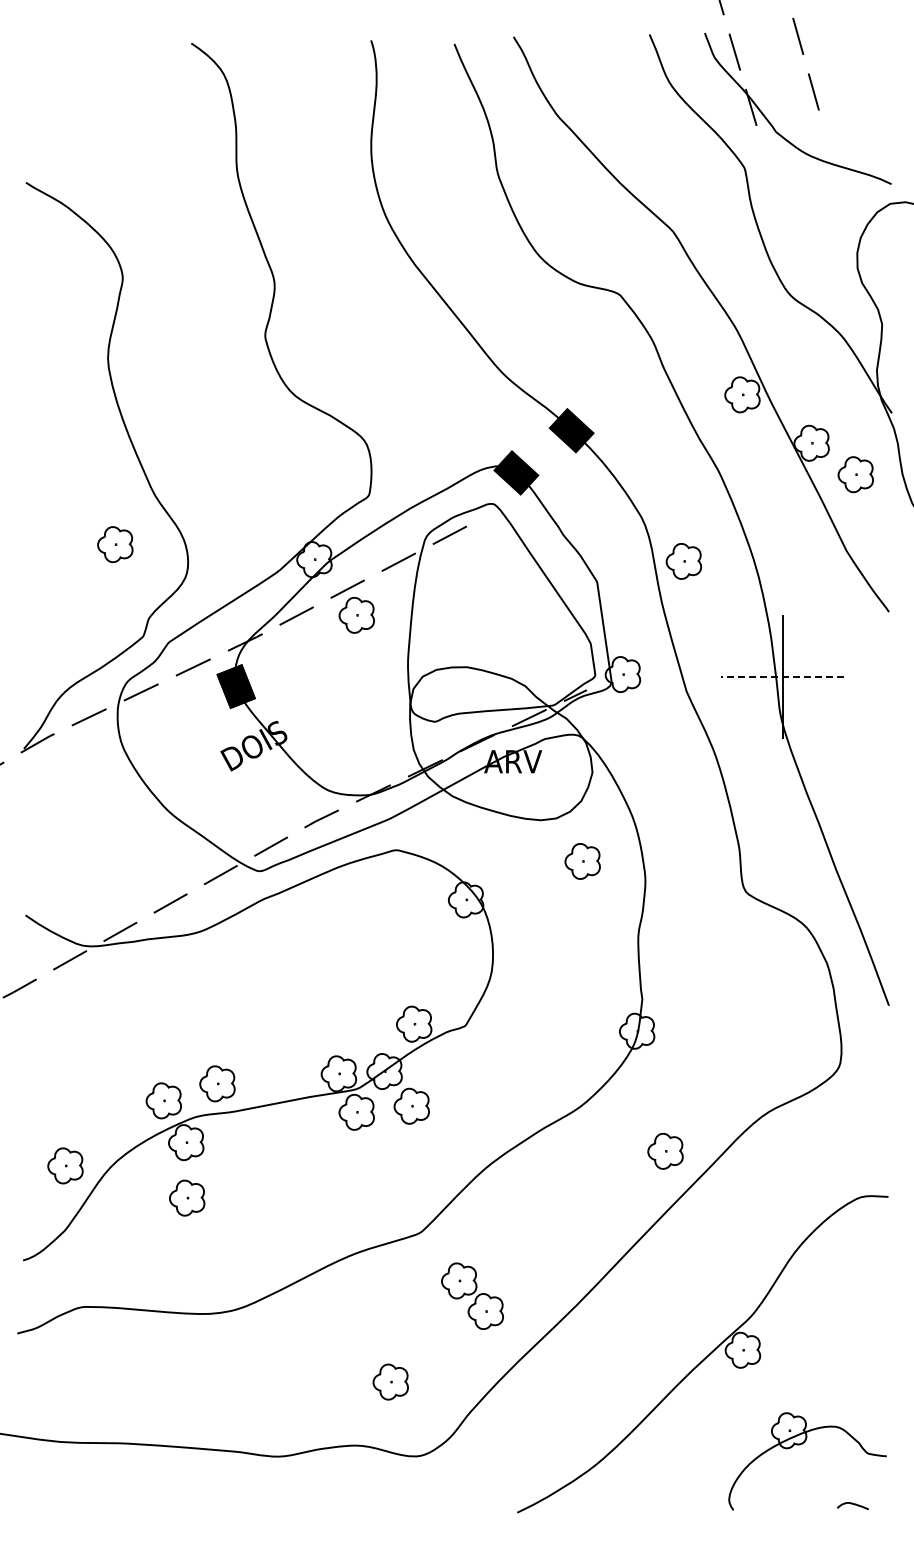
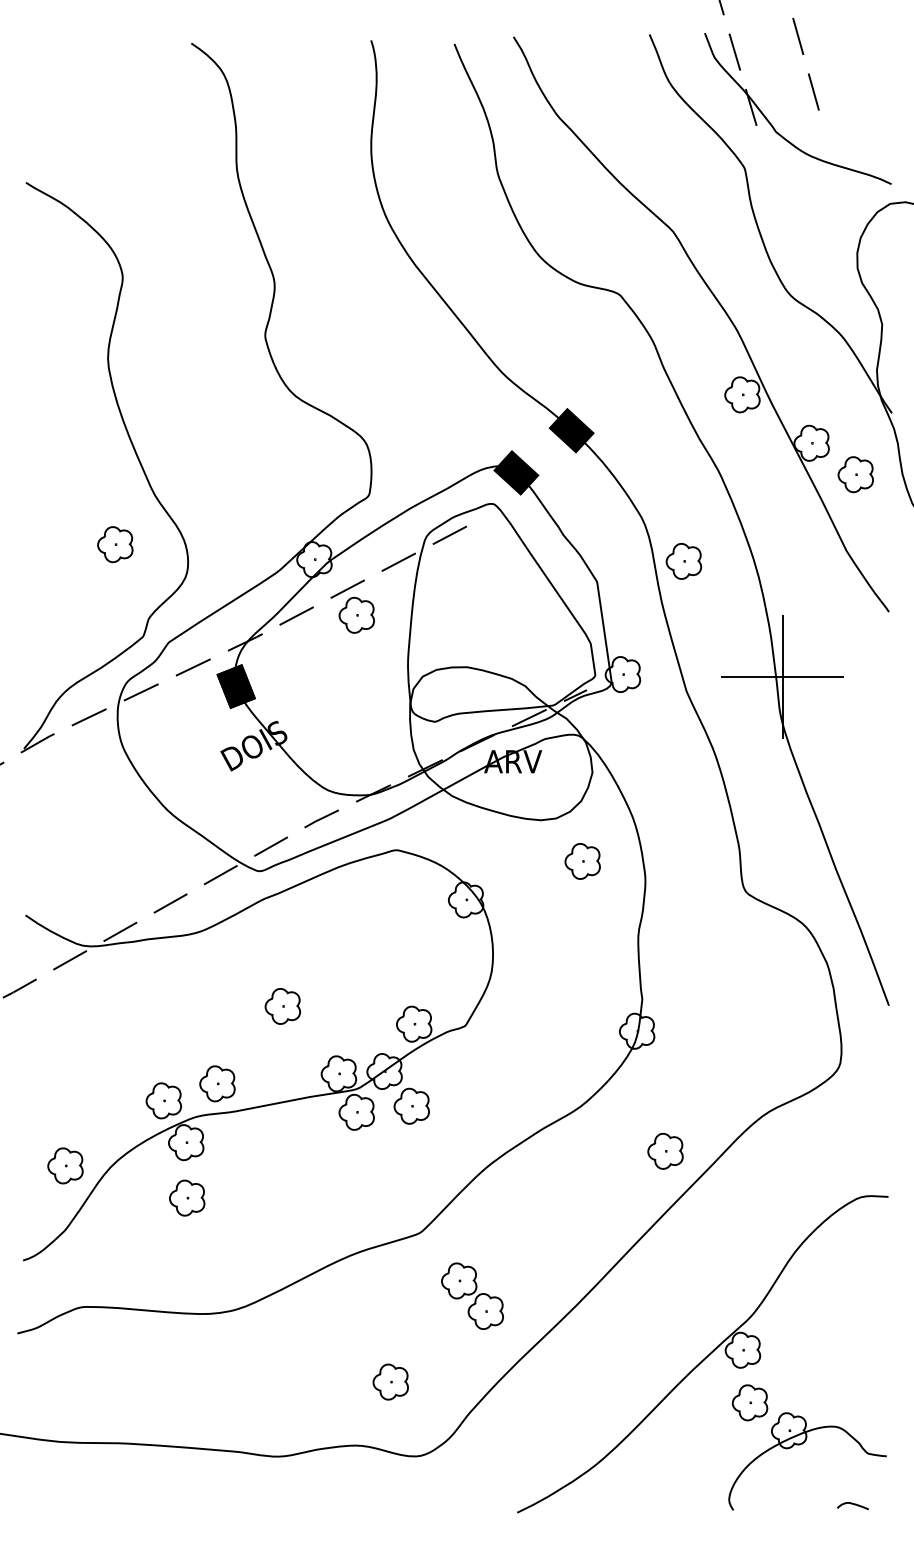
line at (782, 677): dashed -> solid
part at (282, 1006): none -> present
part at (749, 1402): none -> present
